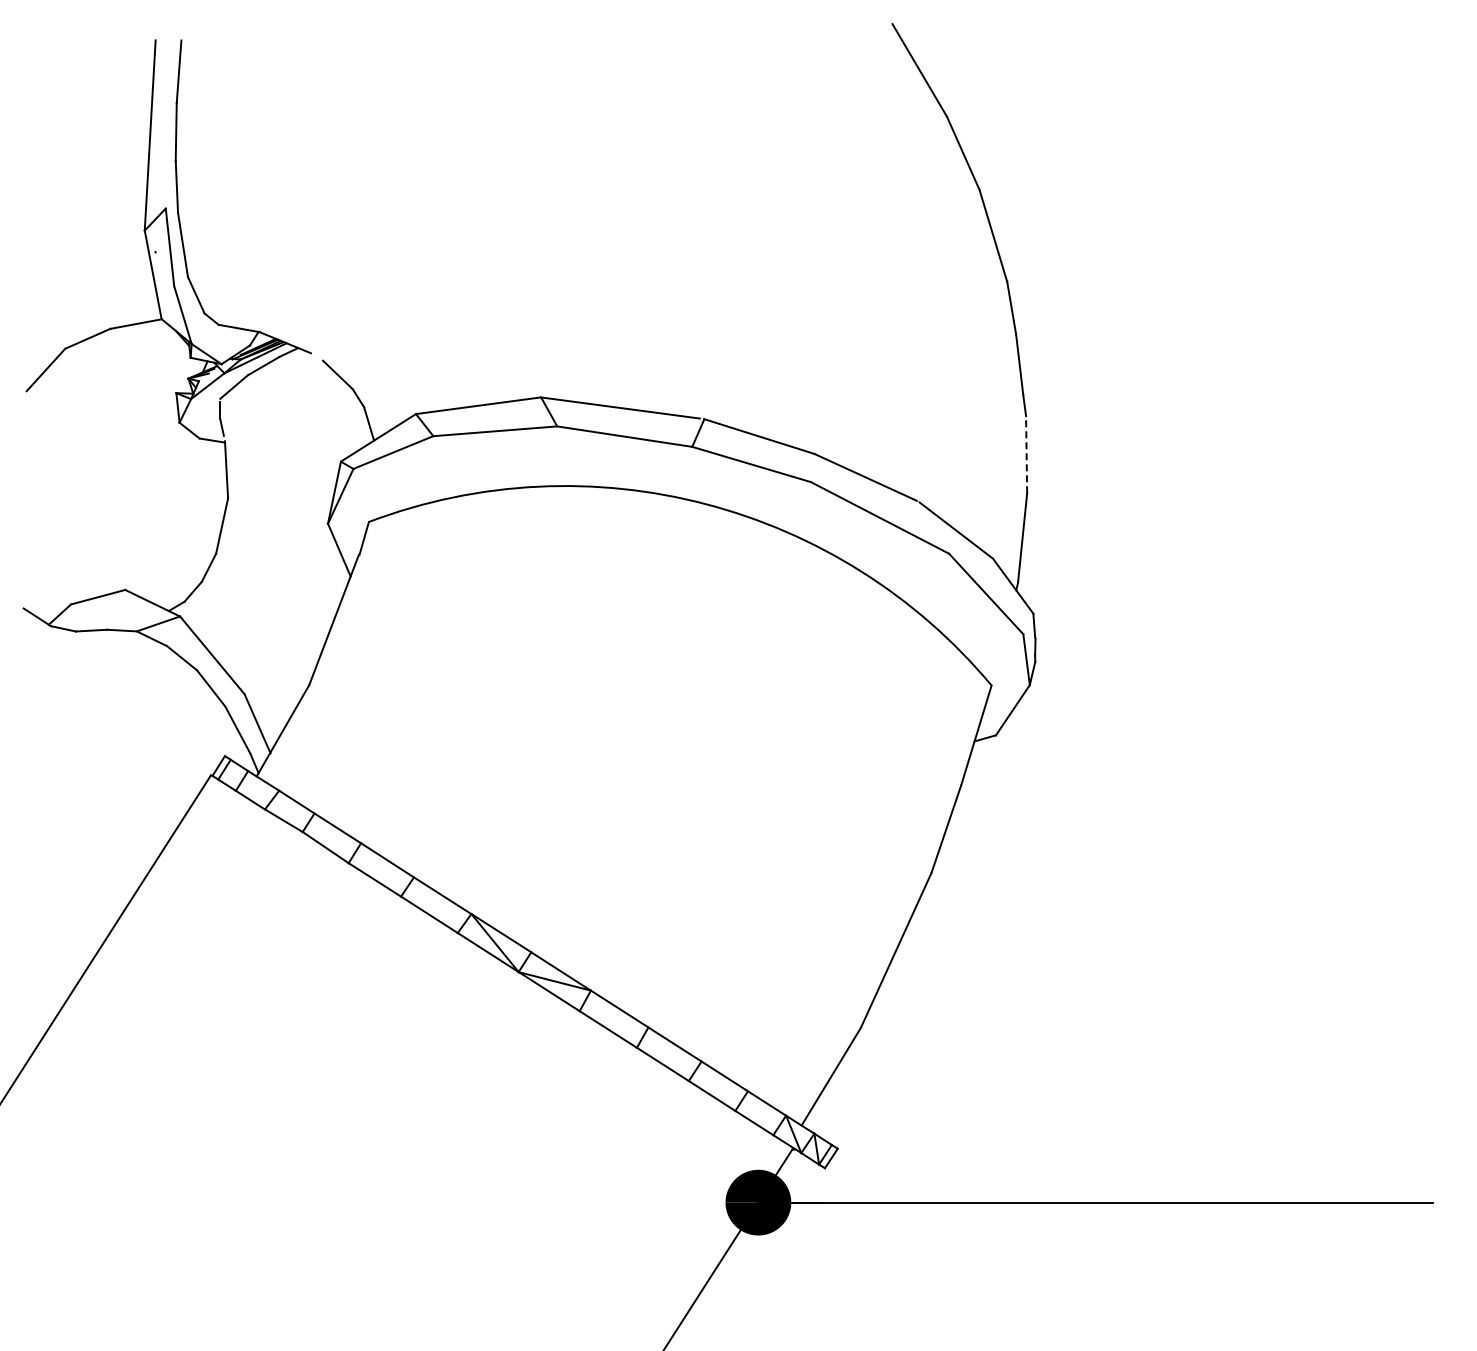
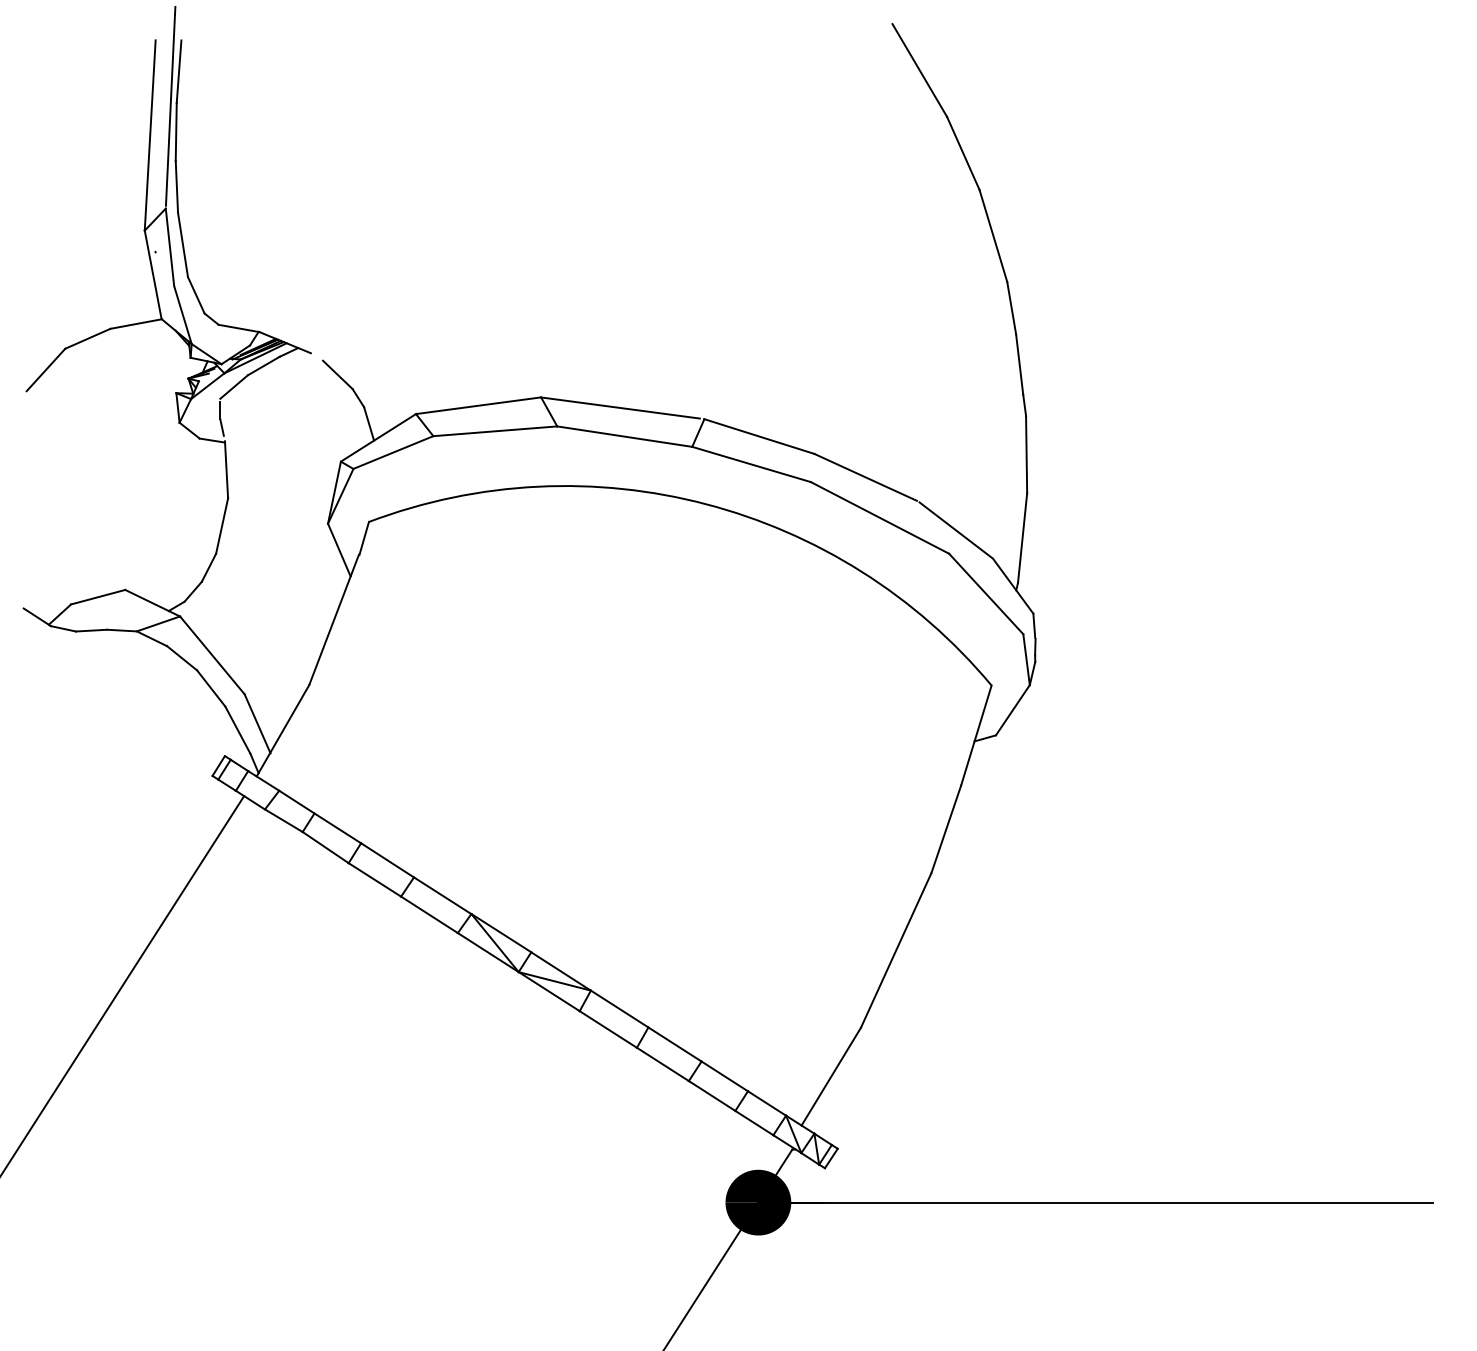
line at (170, 105): none -> present
line at (1026, 454): dashed -> solid
line at (106, 938) position: (106, 938) -> (123, 984)
